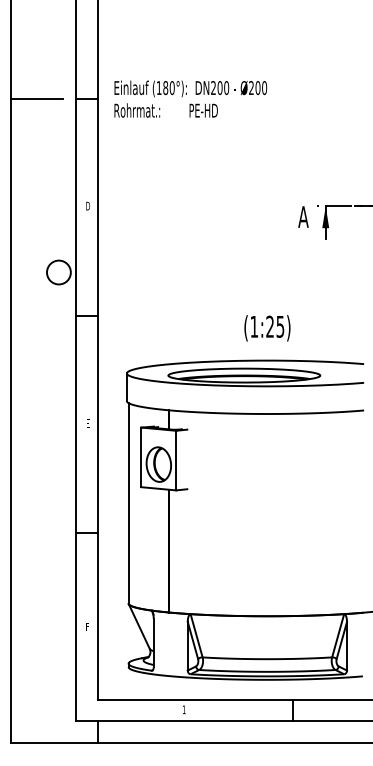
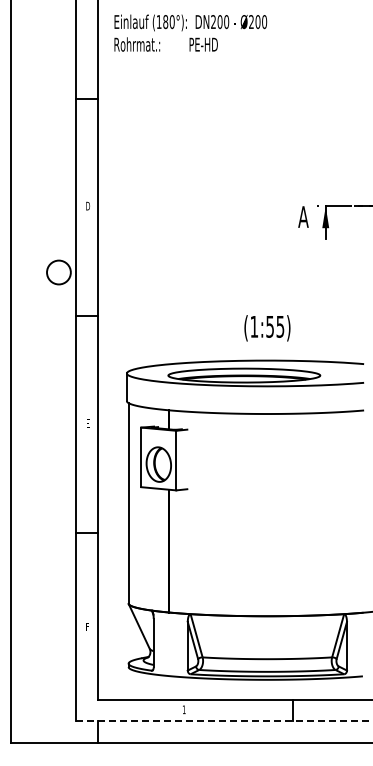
text at (190, 98) position: (190, 98) -> (190, 32)
line at (37, 99): present -> none
text at (269, 326): (1:25) -> (1:55)
line at (224, 721): solid -> dashed
